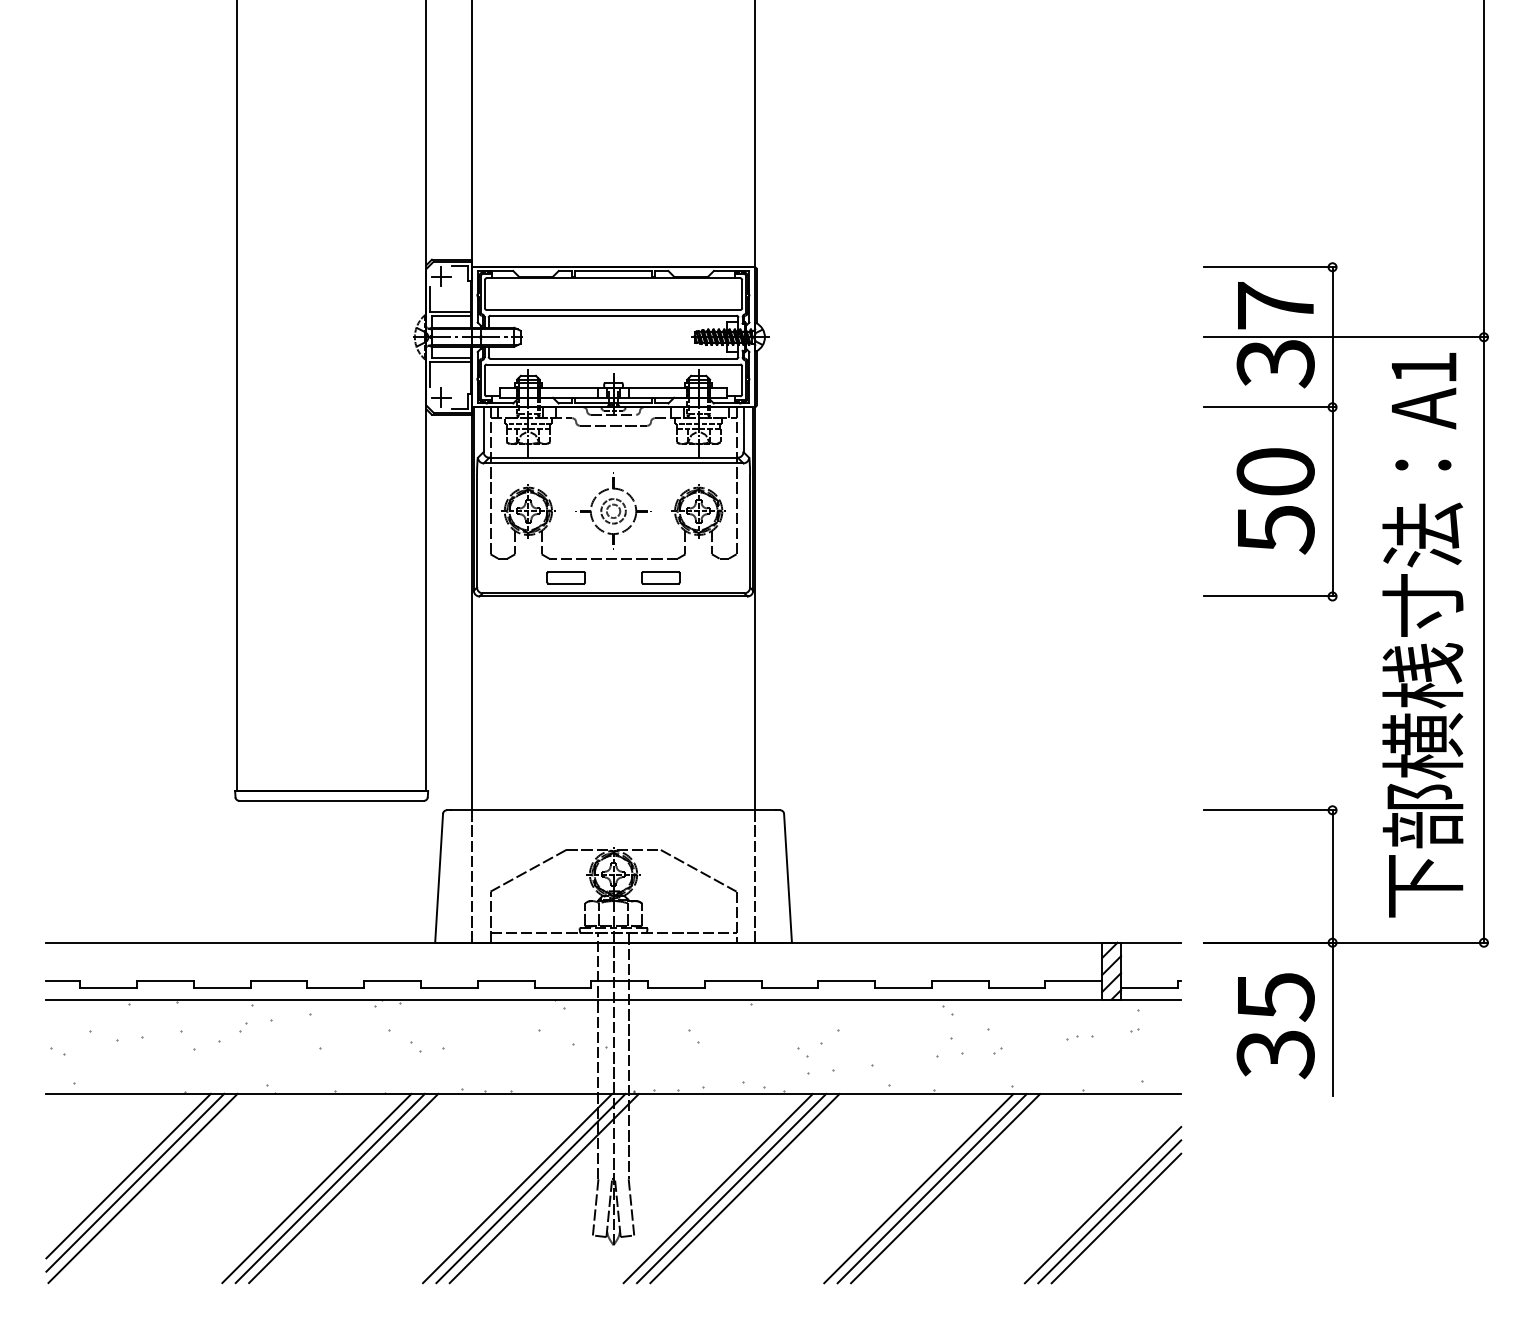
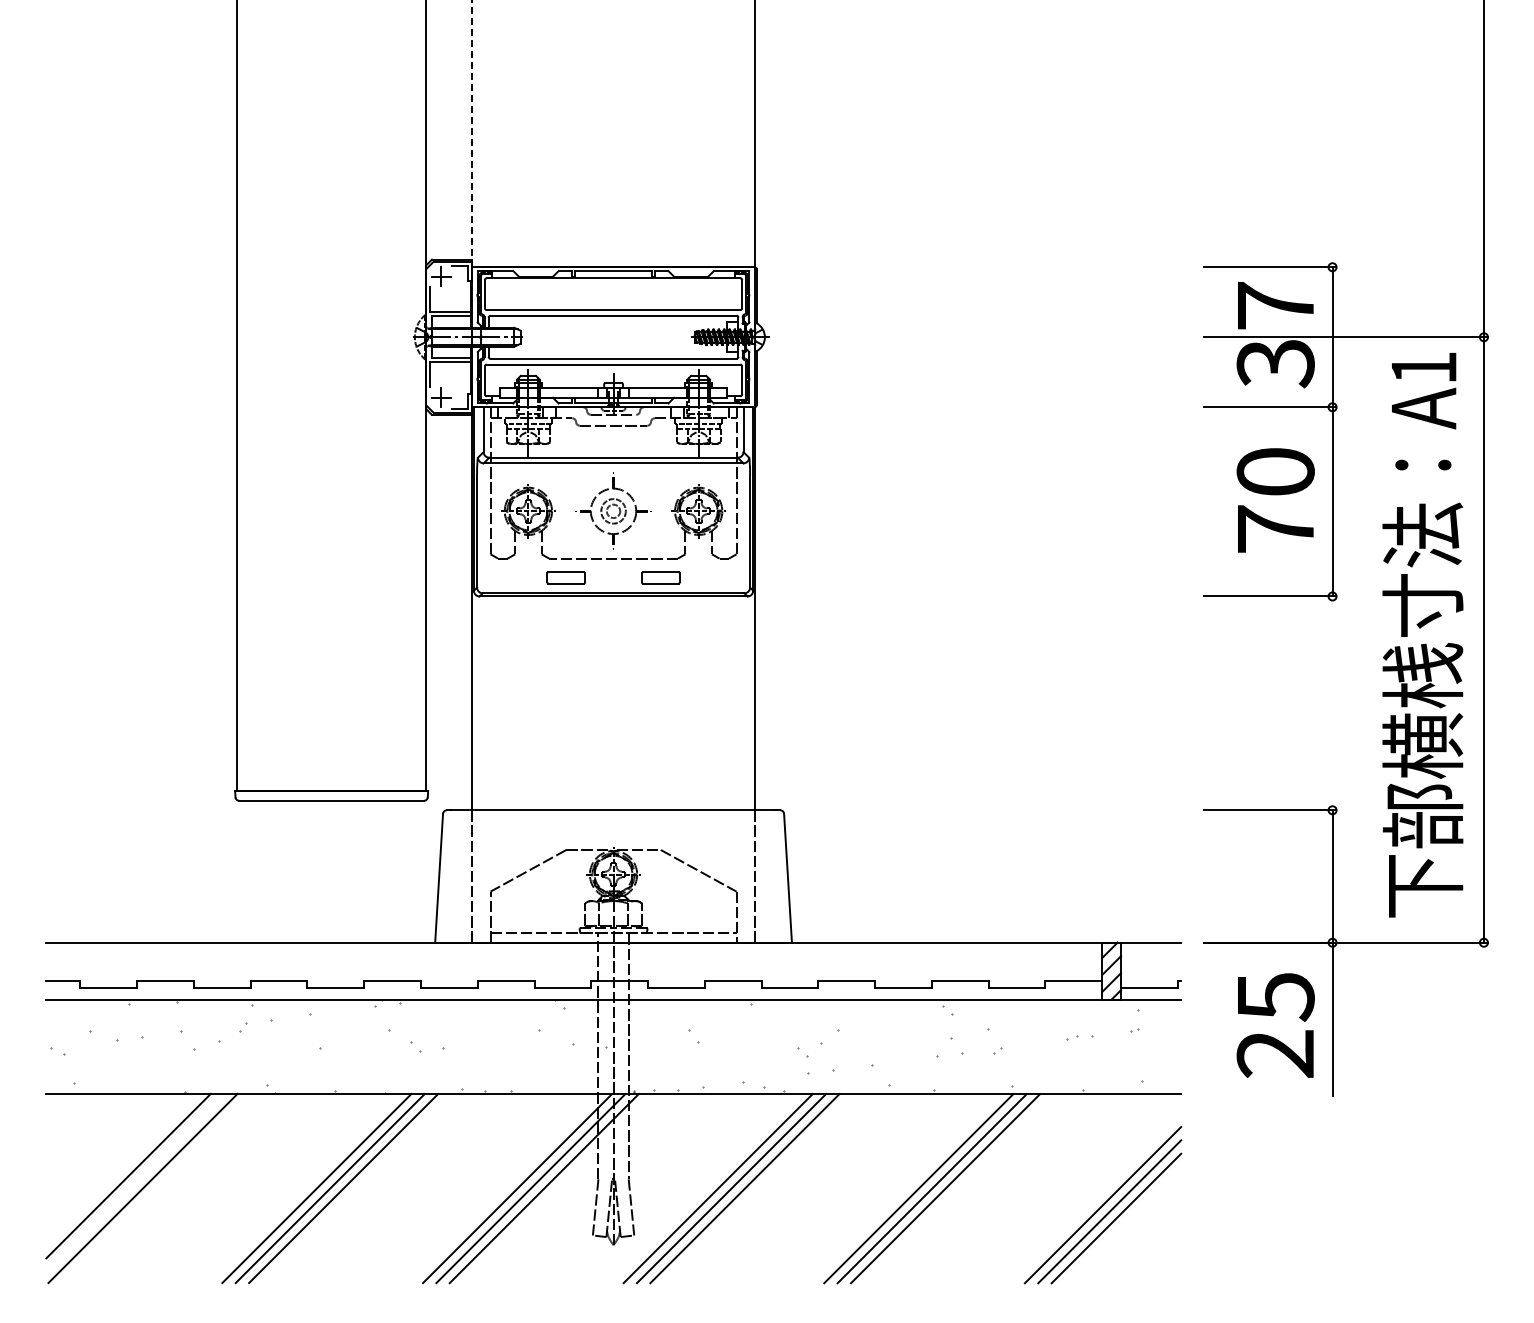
line at (471, 133): solid -> dashed
text at (1276, 529): 50 -> 70
text at (1275, 1054): 35 -> 25
line at (135, 1182): present -> none
